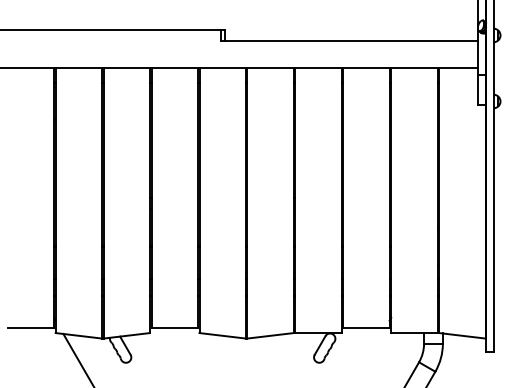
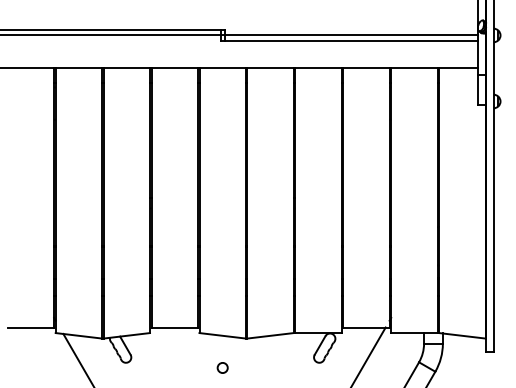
line at (239, 35): none -> present
line at (368, 355): none -> present
circle at (222, 367): none -> present
